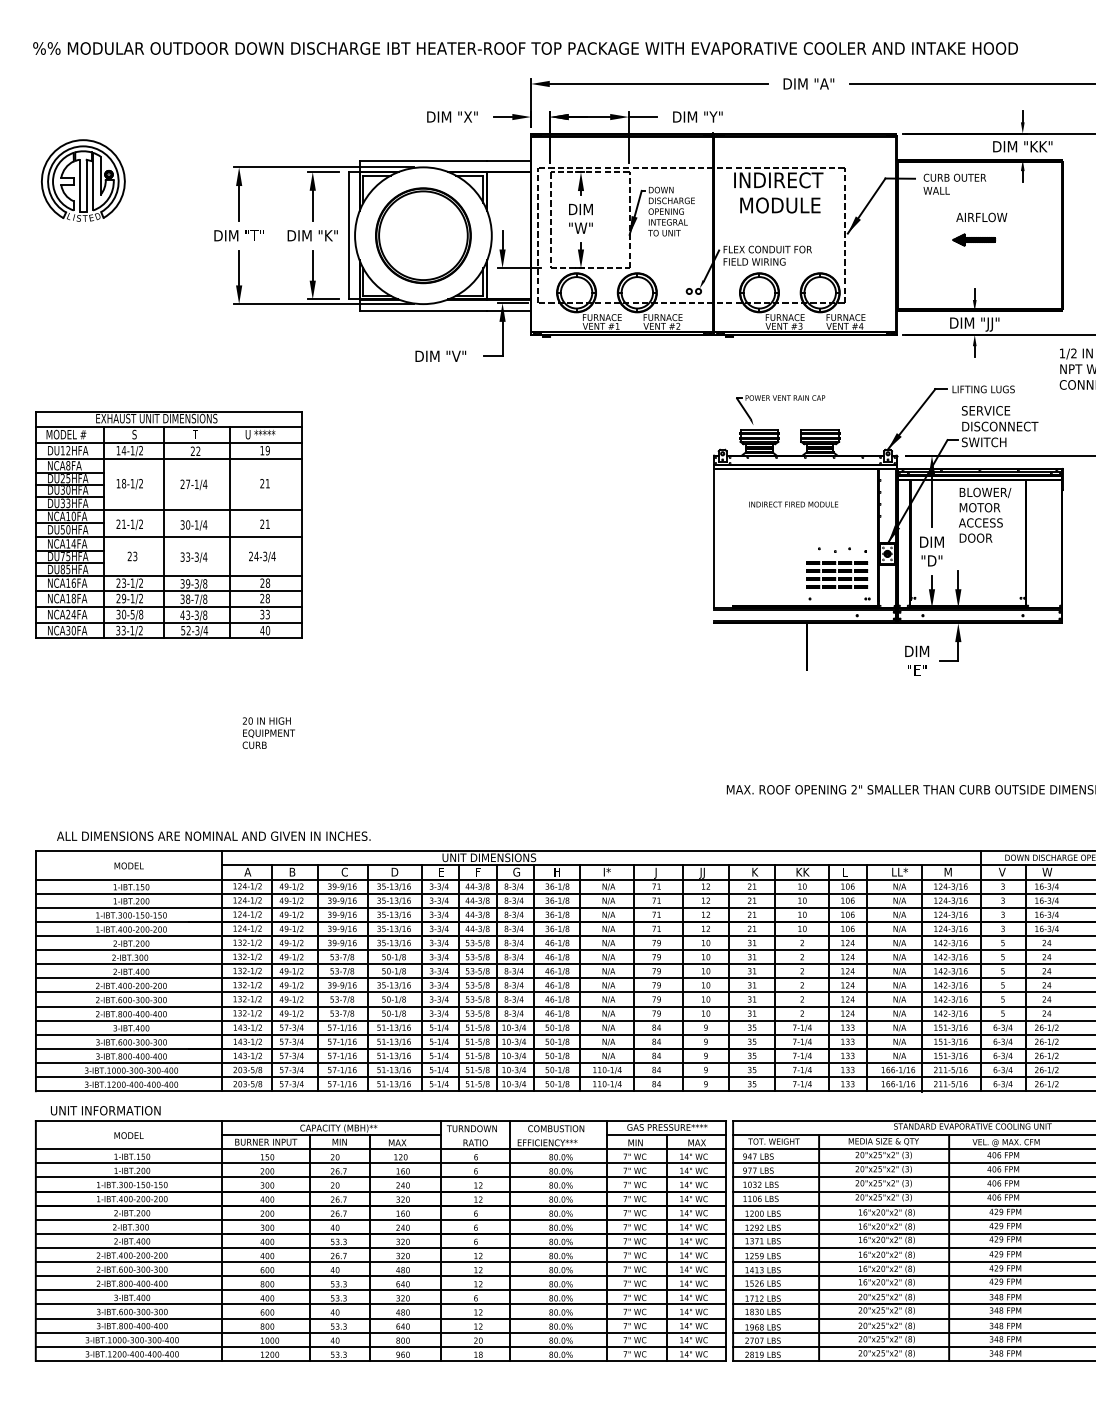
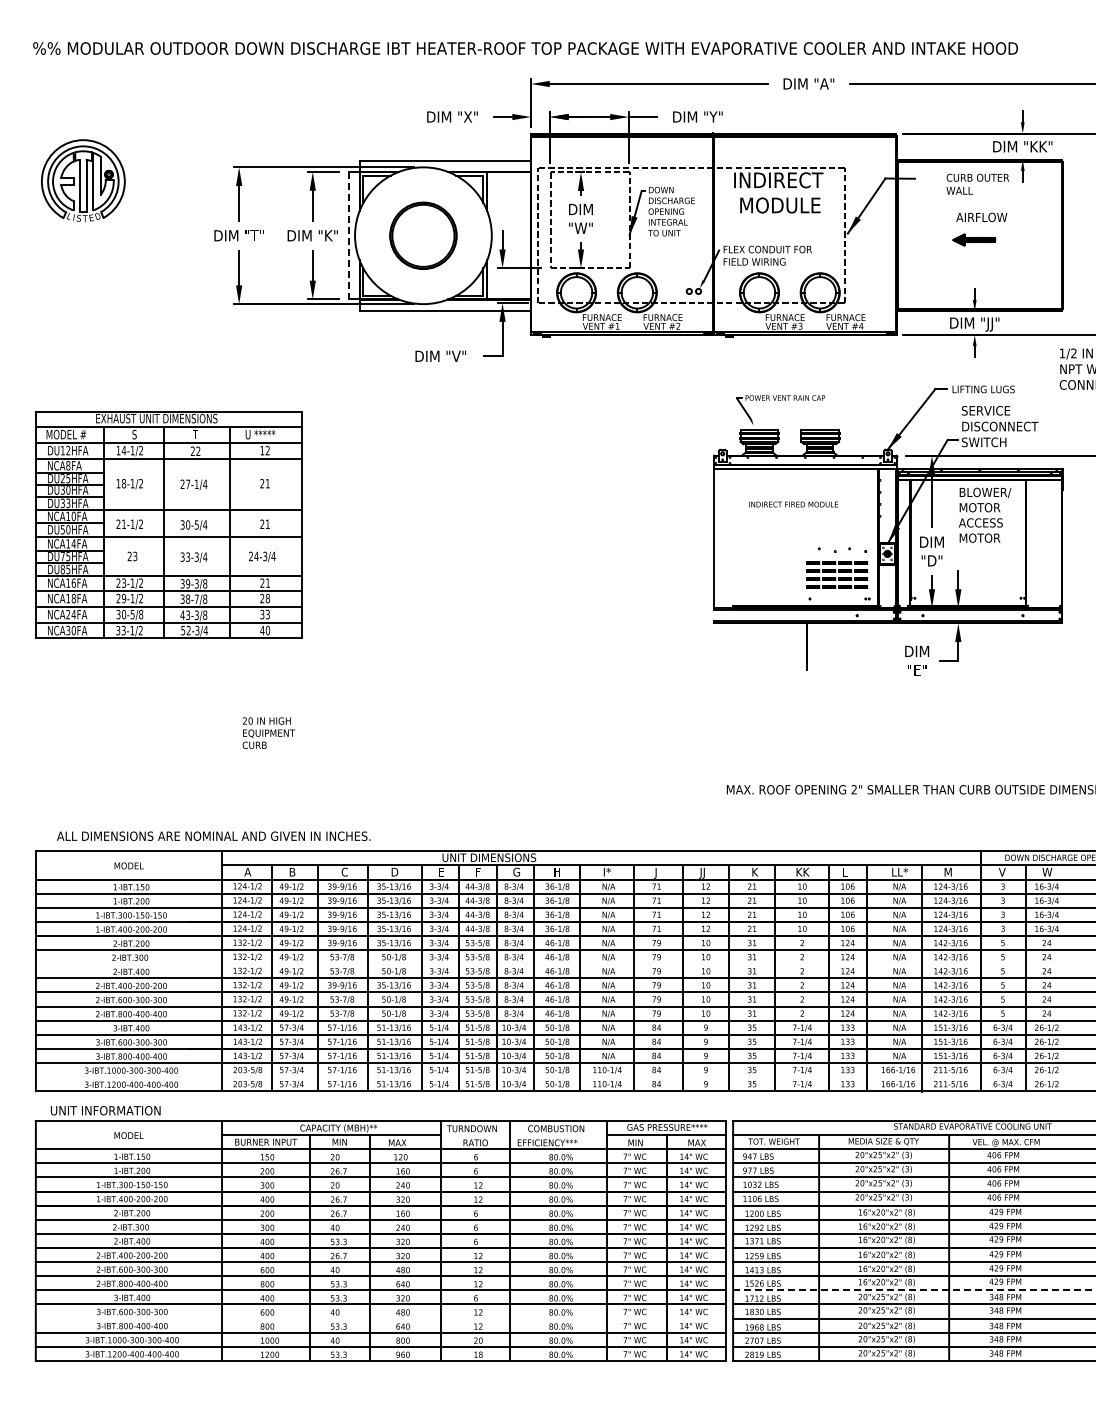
text at (954, 183) position: (954, 183) -> (977, 183)
line at (348, 235): solid -> dashed
part at (423, 235) size: 97x98 px -> 69x69 px
text at (267, 450): 19 -> 12
text at (196, 524): 30-1/4 -> 30-5/4
text at (980, 537): DOOR -> MOTOR
text at (267, 582): 28 -> 21
line at (563, 964): present -> none
line at (563, 1077): present -> none
line at (914, 1290): solid -> dashed
line at (380, 1318): present -> none
